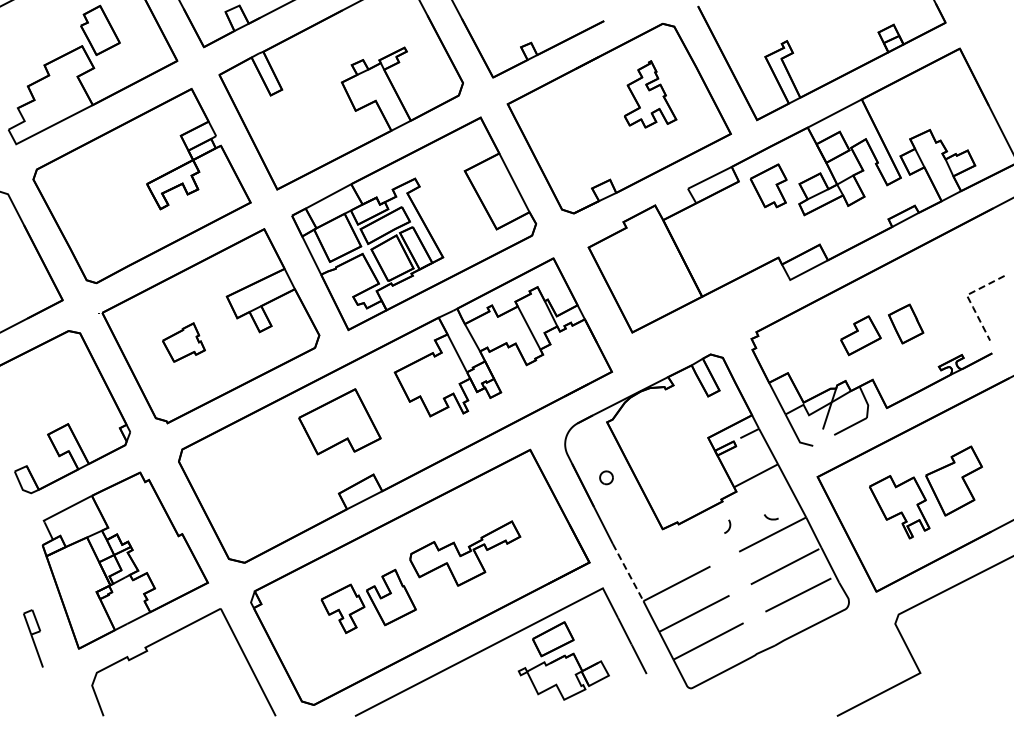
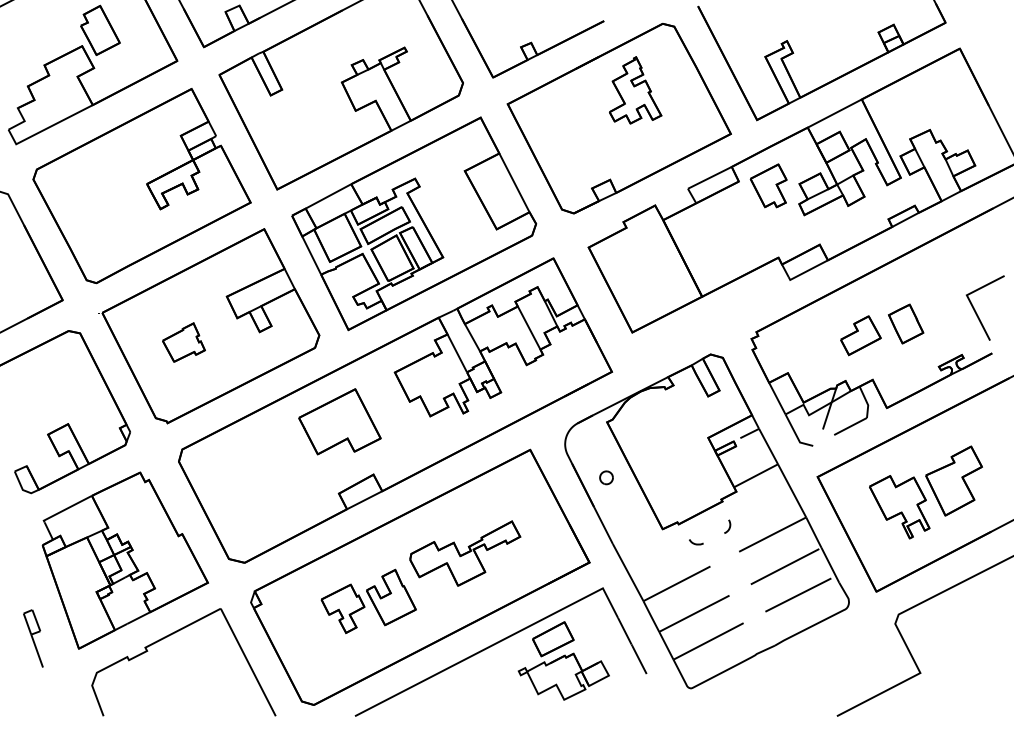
part at (650, 94) position: (650, 94) -> (635, 90)
line at (969, 299): dashed -> solid
curve at (771, 518) position: (771, 518) -> (696, 543)
line at (628, 572): dashed -> solid
